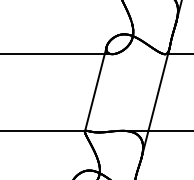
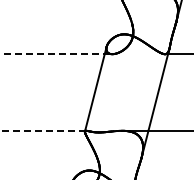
line at (52, 54): solid -> dashed
line at (43, 130): solid -> dashed
